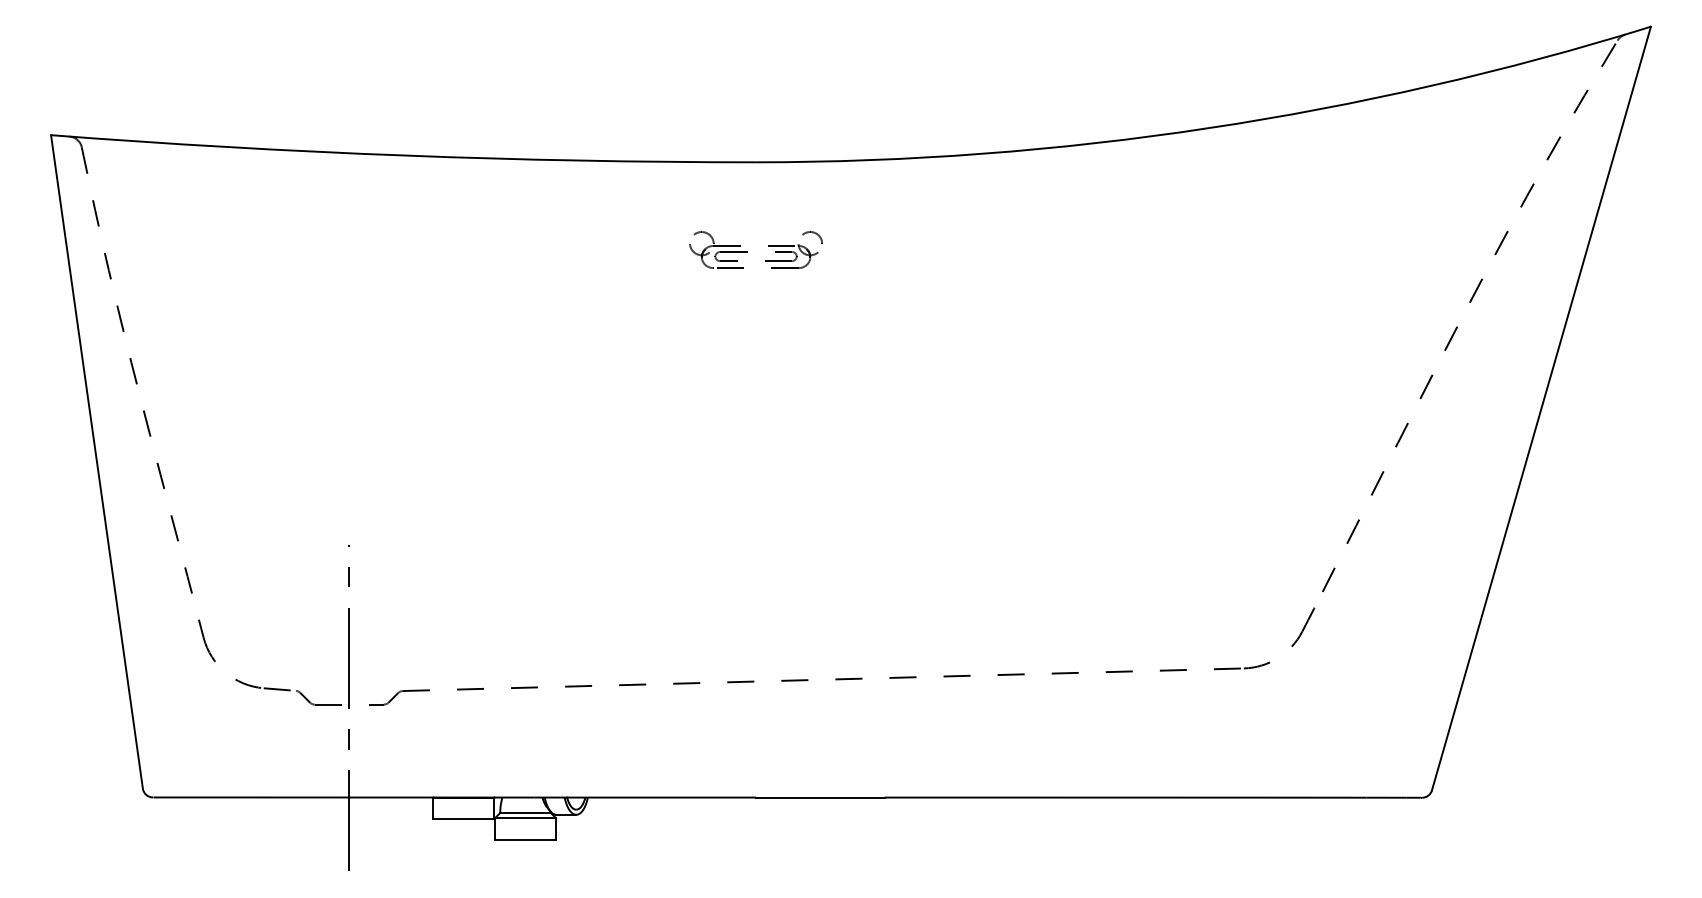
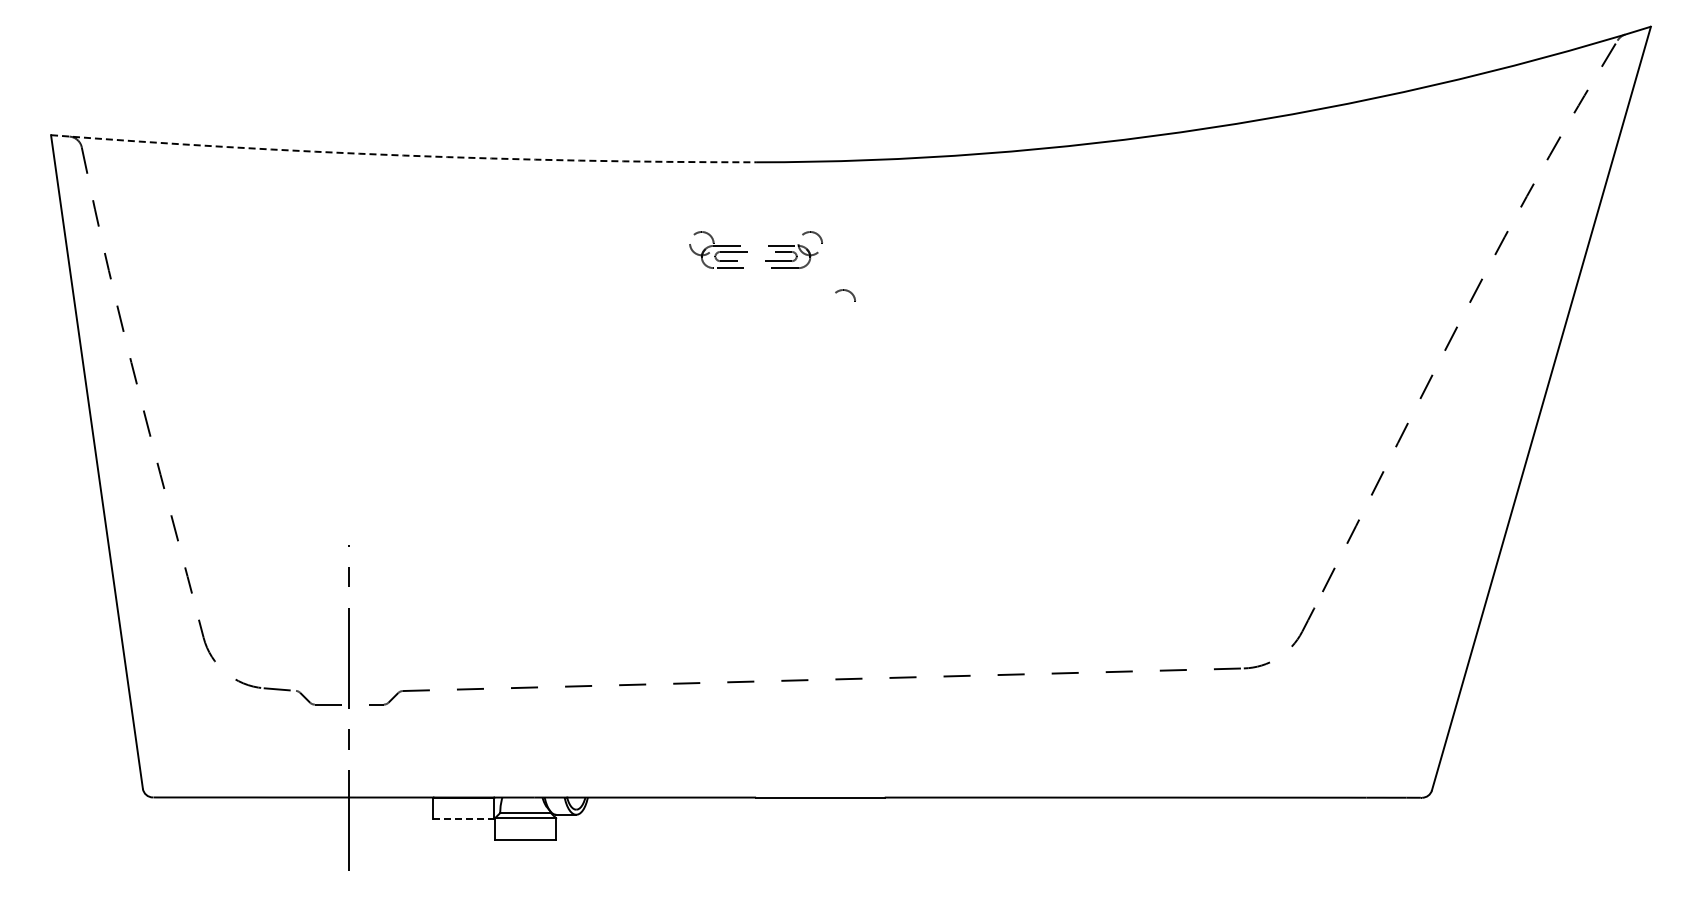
arc at (403, 155): solid -> dashed
curve at (845, 291): none -> present
line at (463, 819): solid -> dashed
